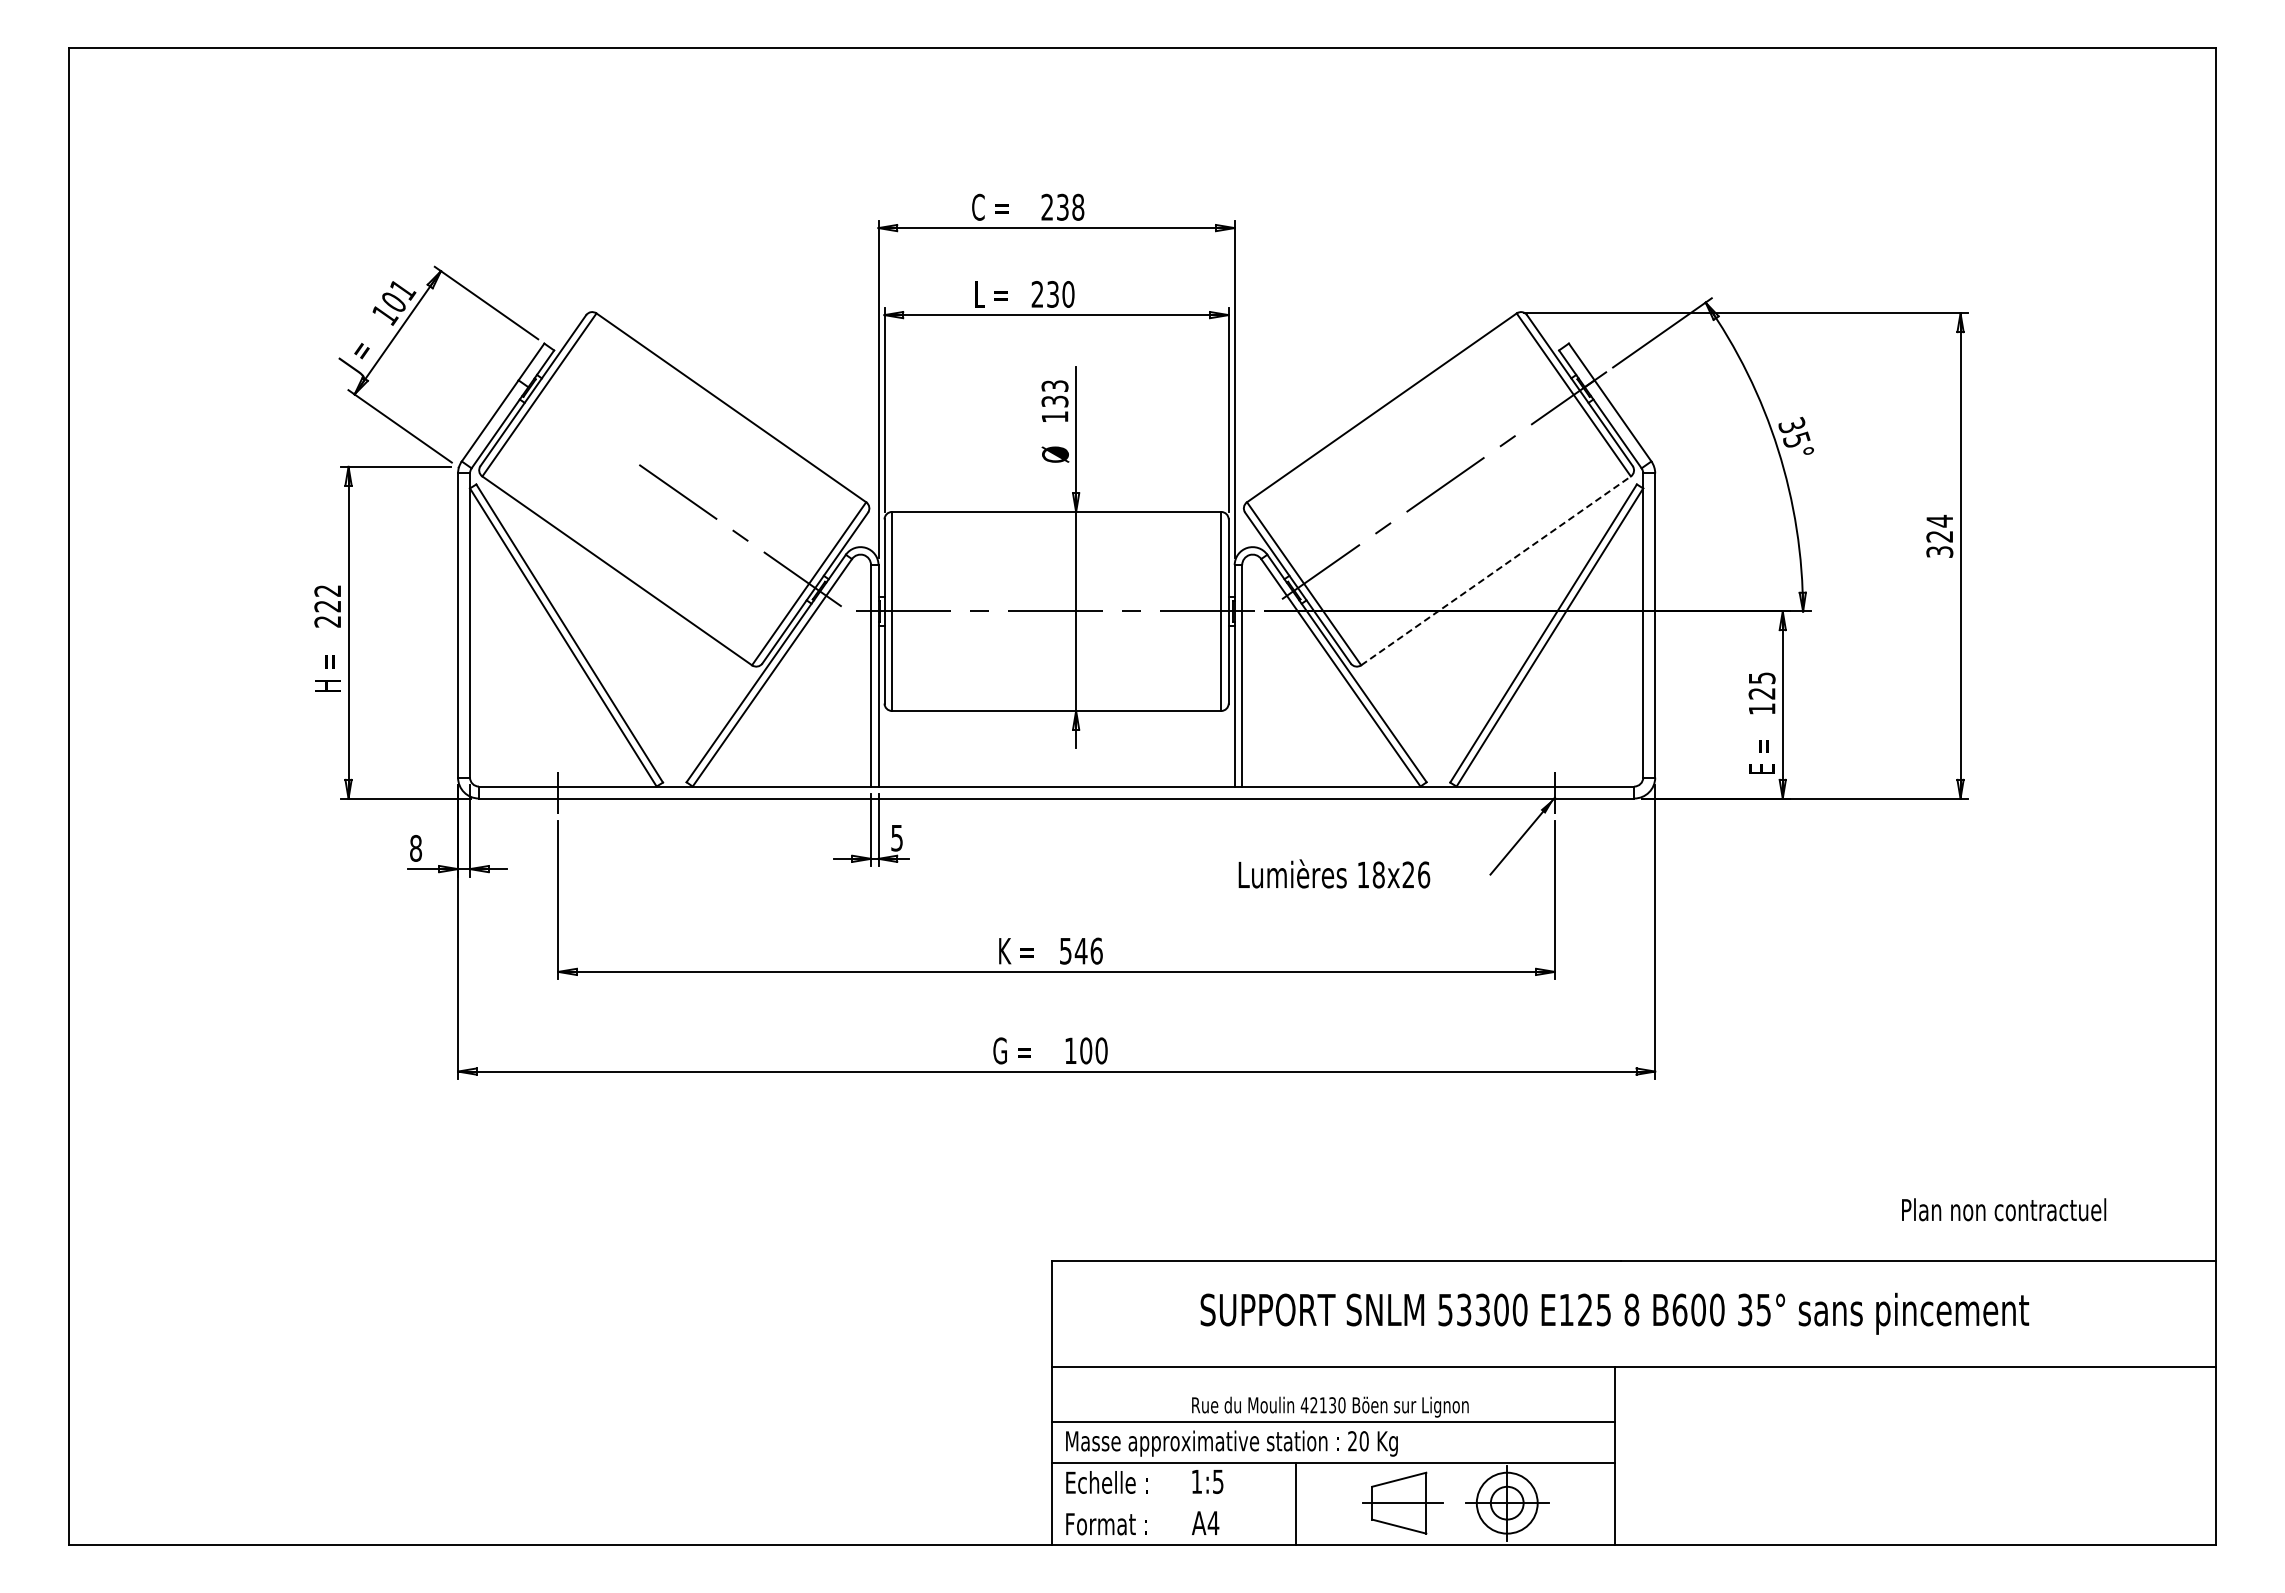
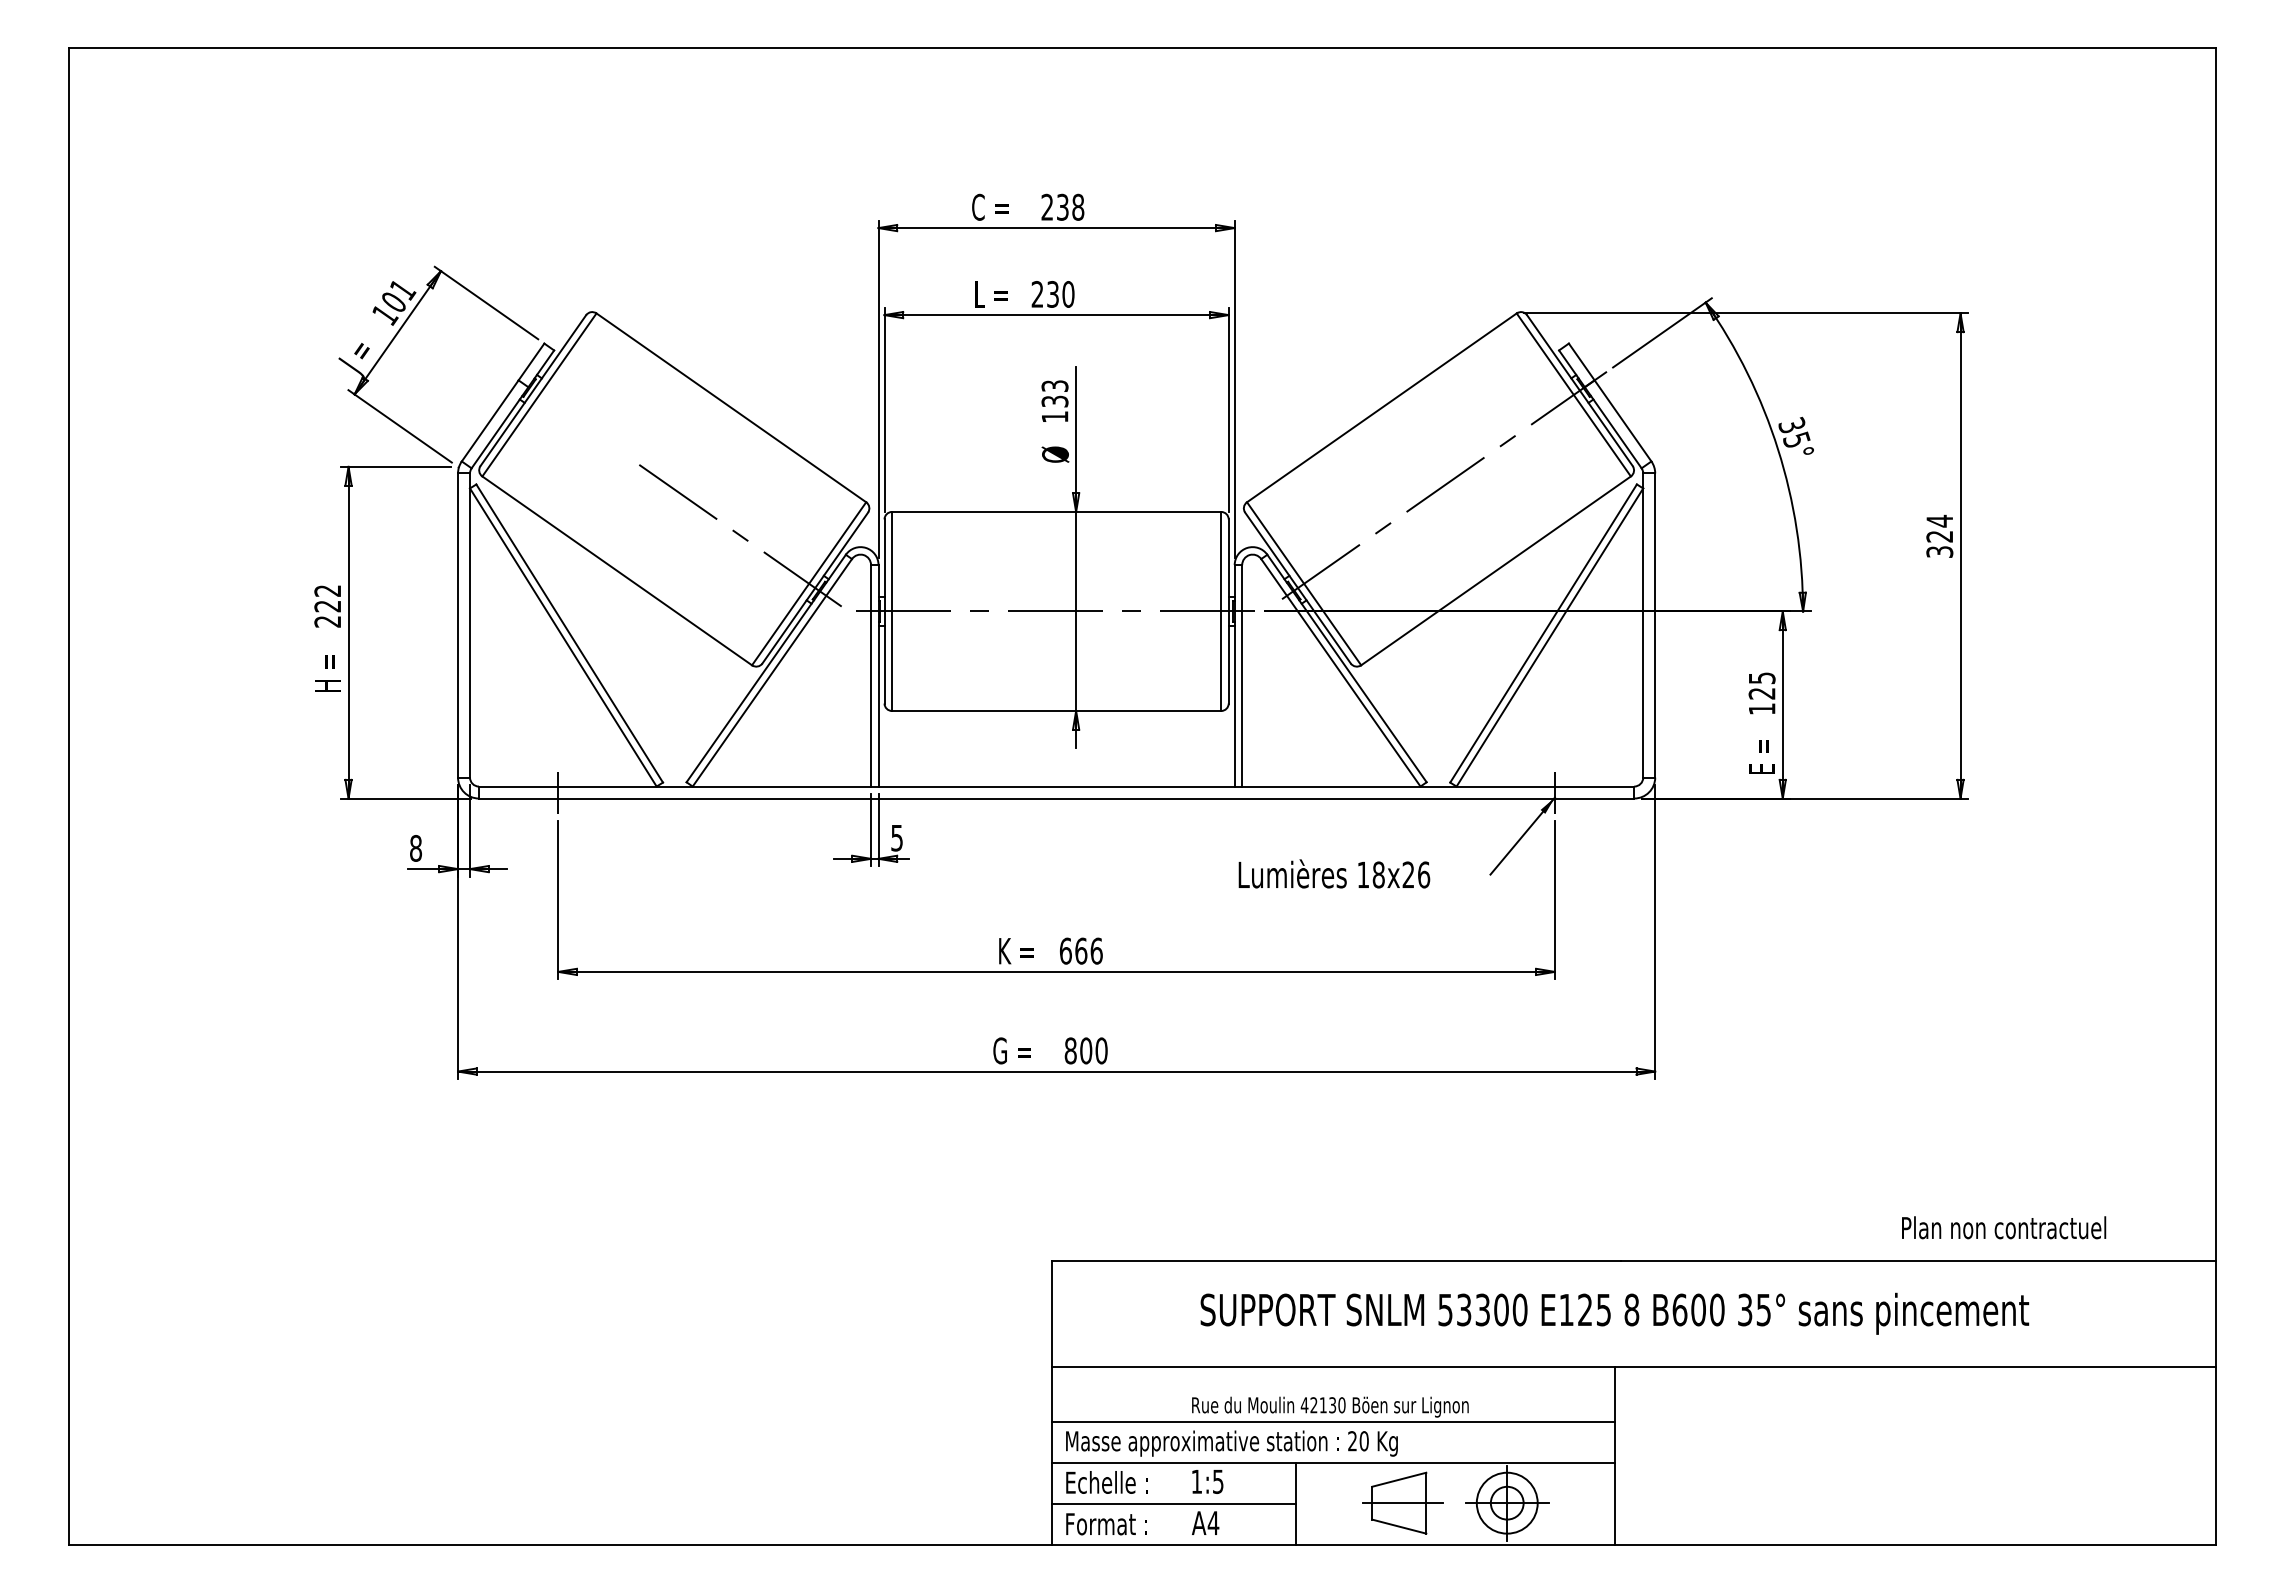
line at (1496, 570): dashed -> solid
text at (1073, 950): 546 -> 666
text at (1070, 1050): 100 -> 800
text at (2004, 1209) position: (2004, 1209) -> (2004, 1227)
line at (1174, 1504): none -> present
